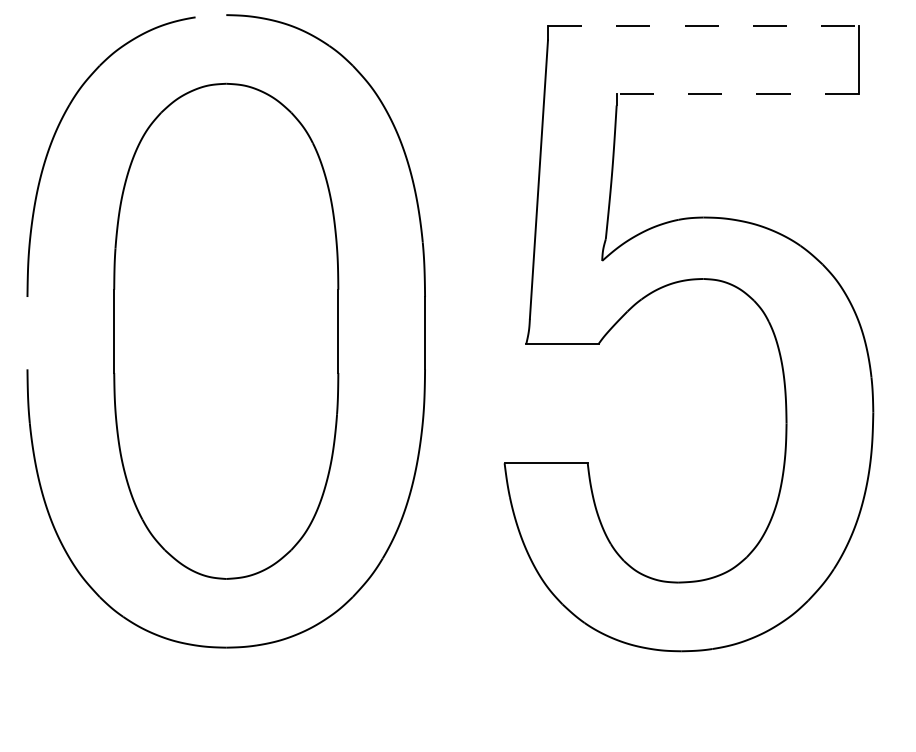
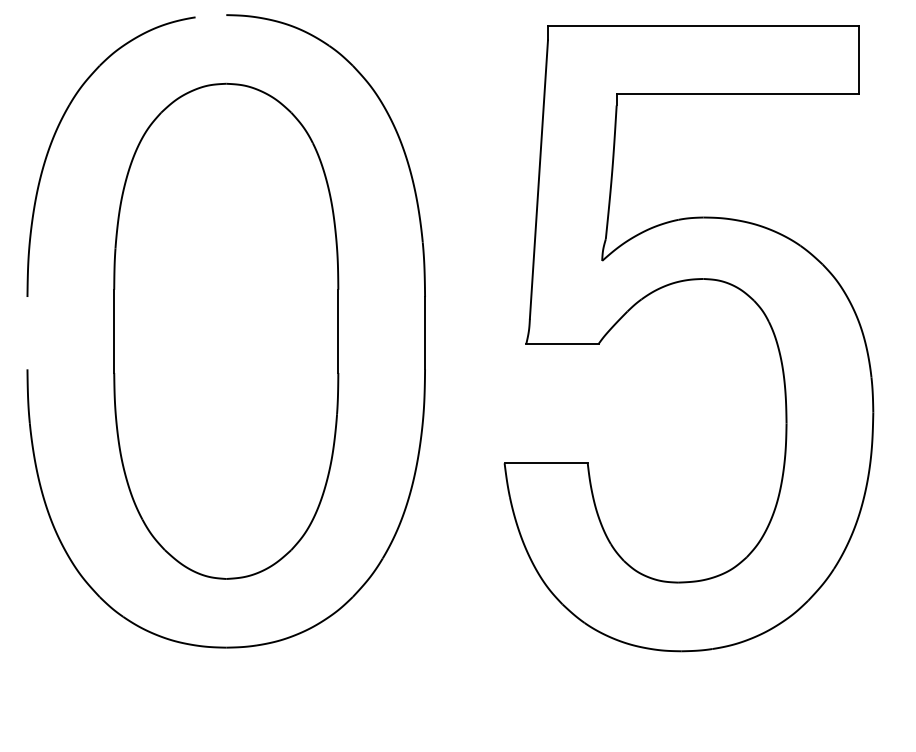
line at (703, 25): dashed -> solid
line at (737, 94): dashed -> solid
